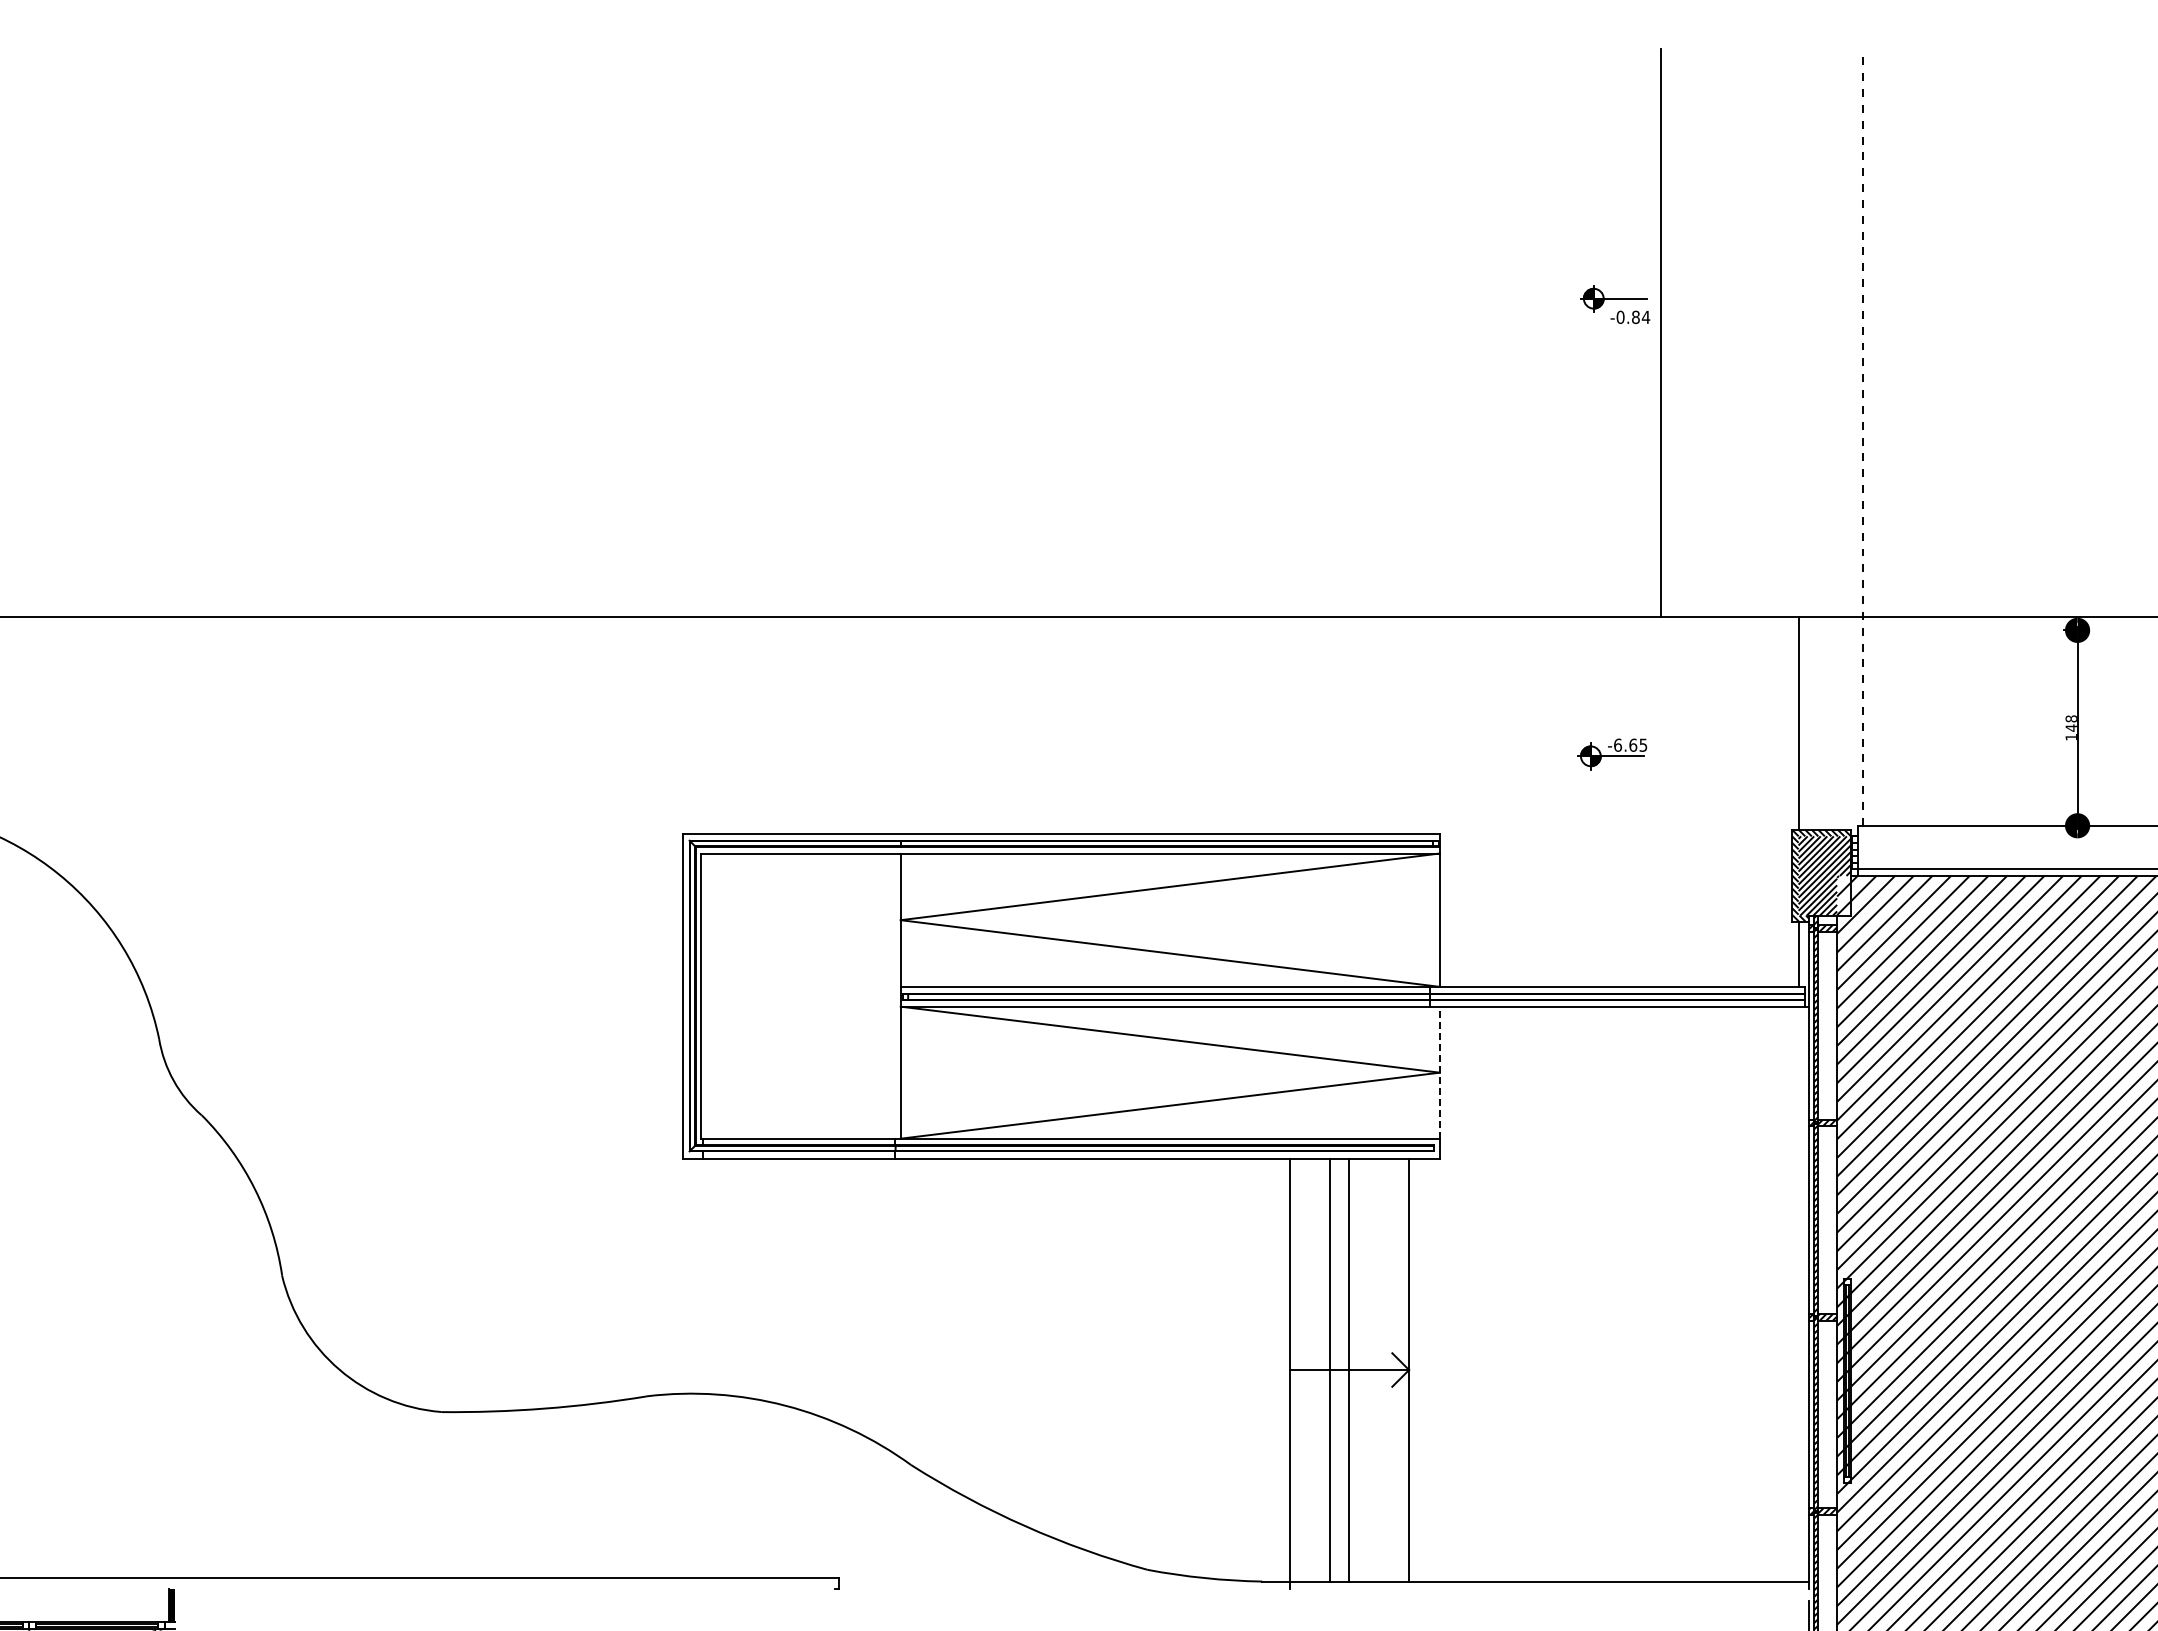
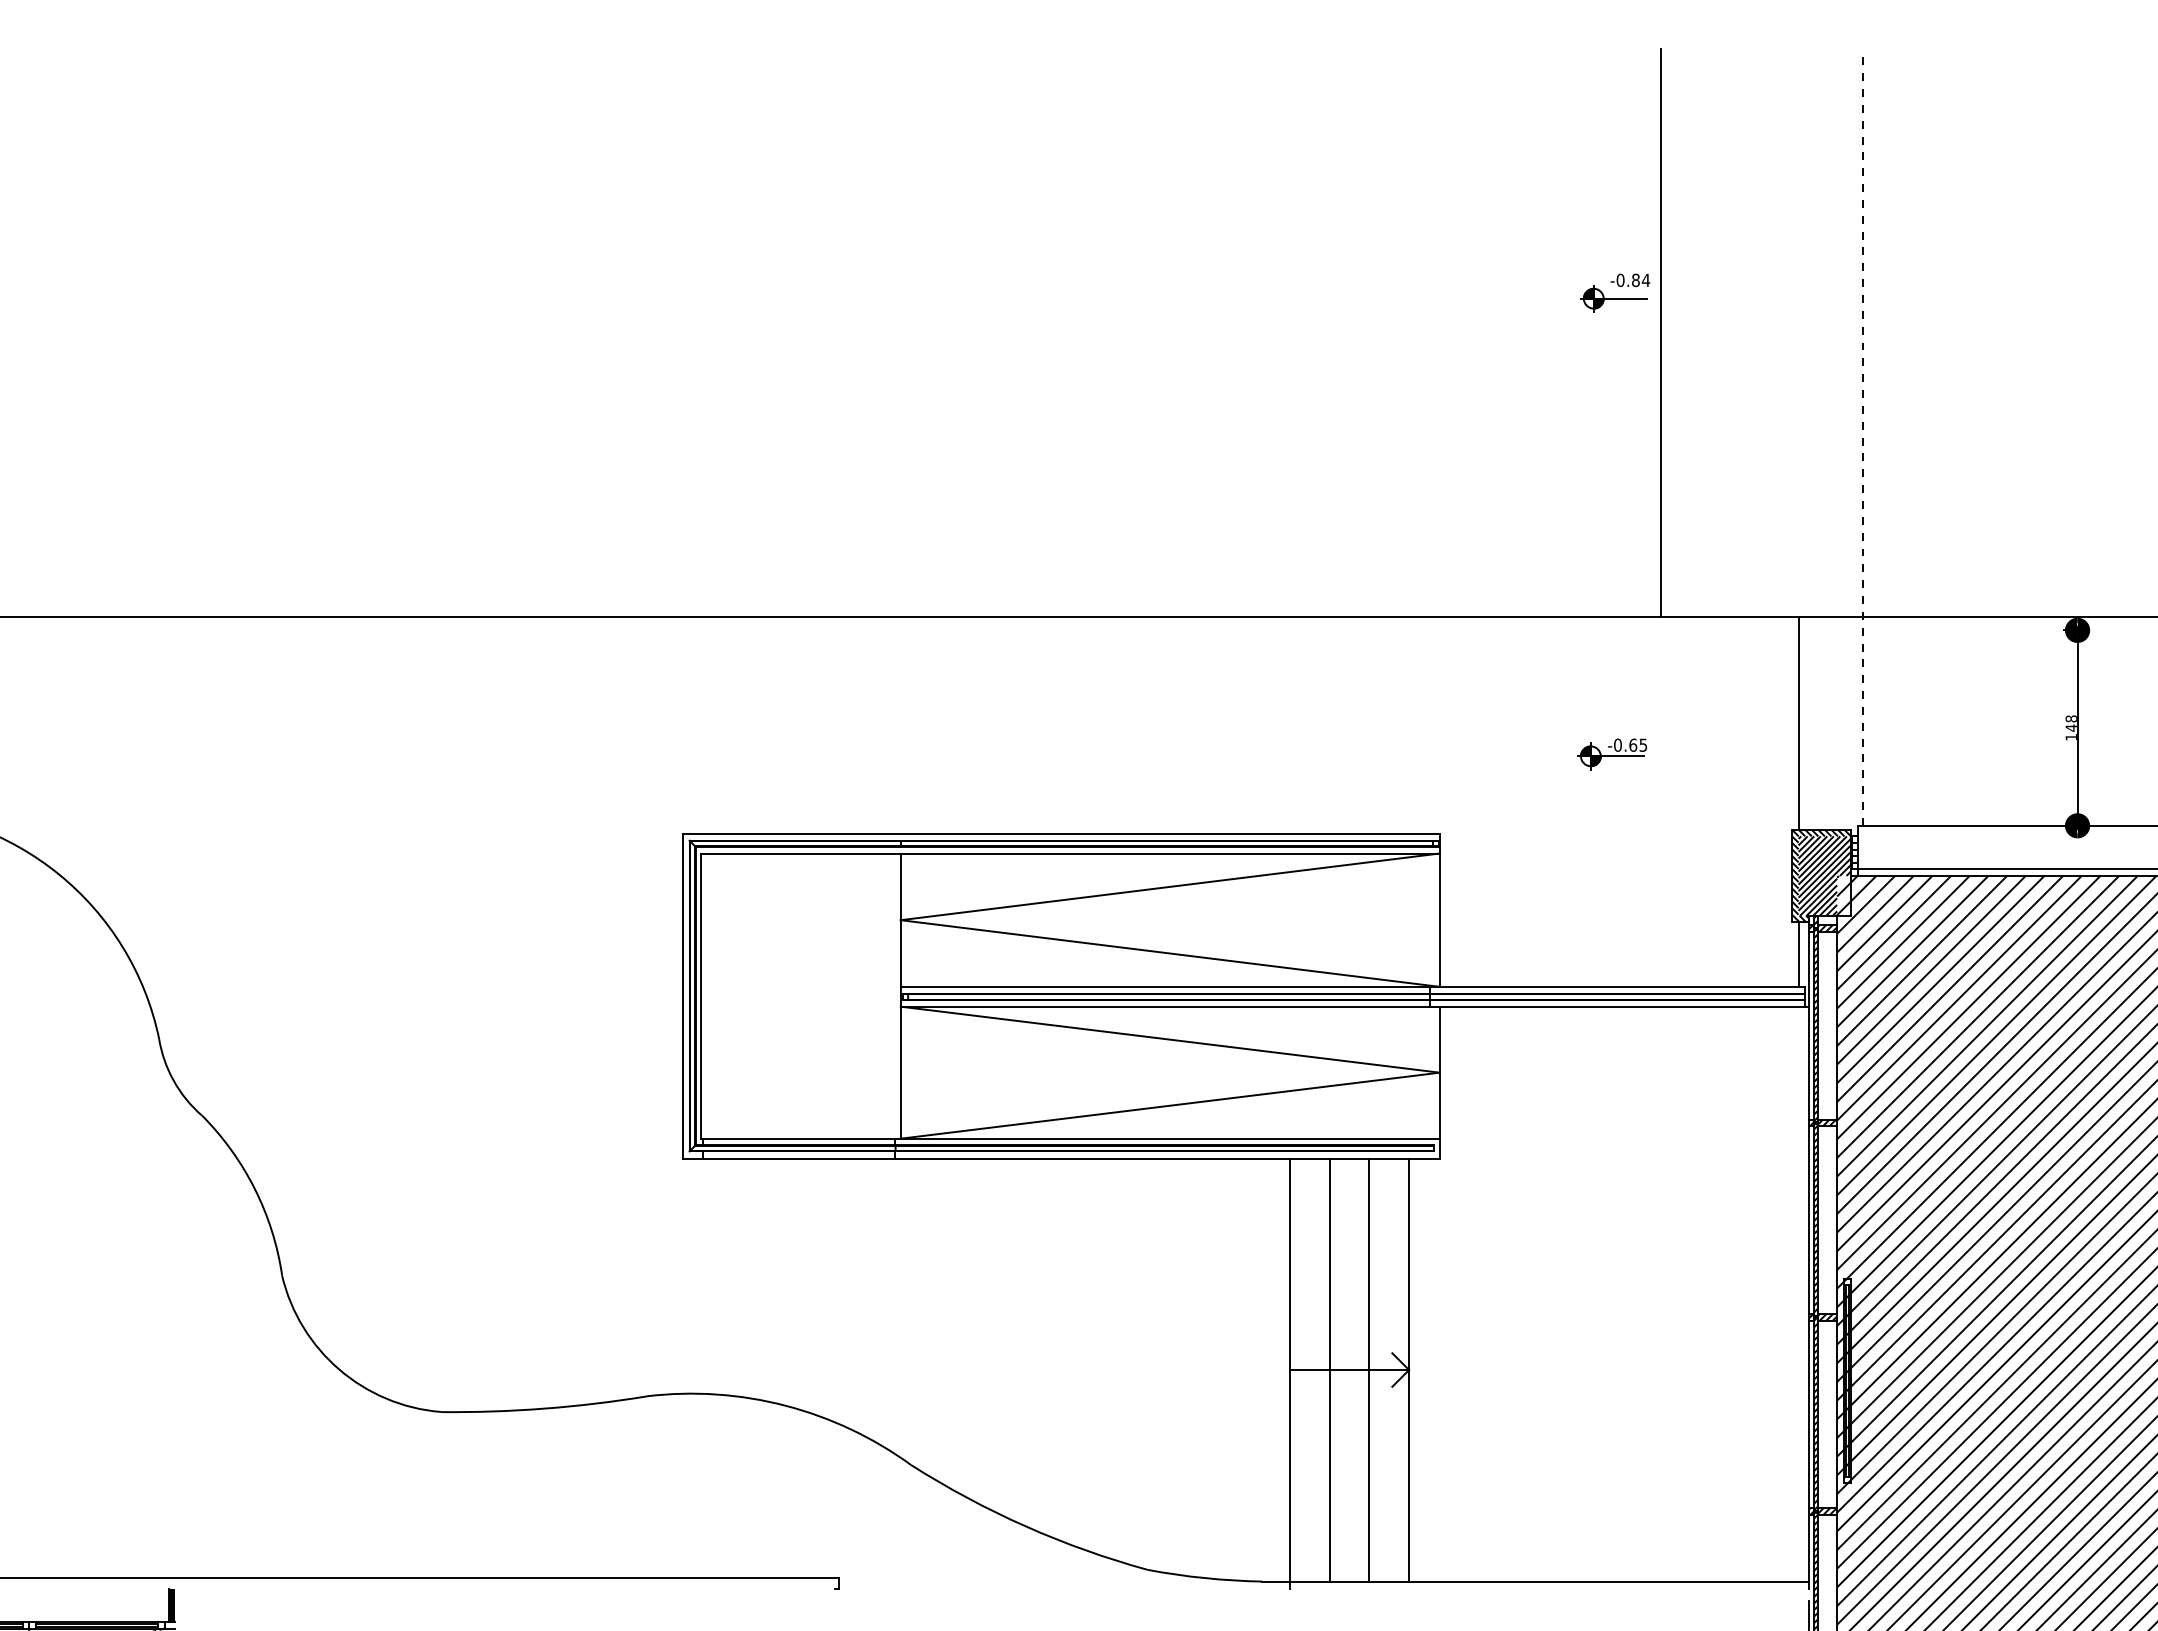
text at (1630, 316) position: (1630, 316) -> (1630, 279)
text at (1618, 744): -6.65 -> -0.65
line at (1439, 1072): dashed -> solid
line at (1349, 1369) position: (1349, 1369) -> (1369, 1369)
